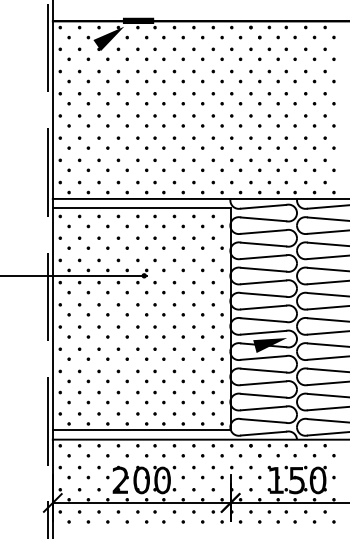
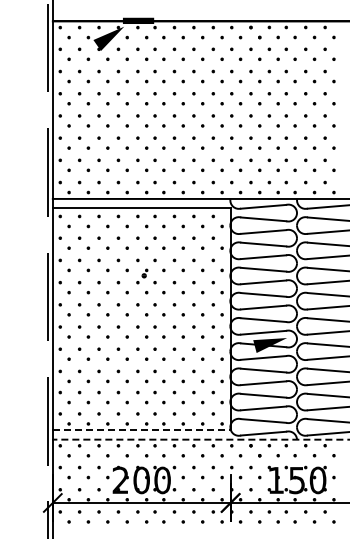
line at (74, 275): present -> none
line at (141, 430): solid -> dashed
line at (200, 439): solid -> dashed
